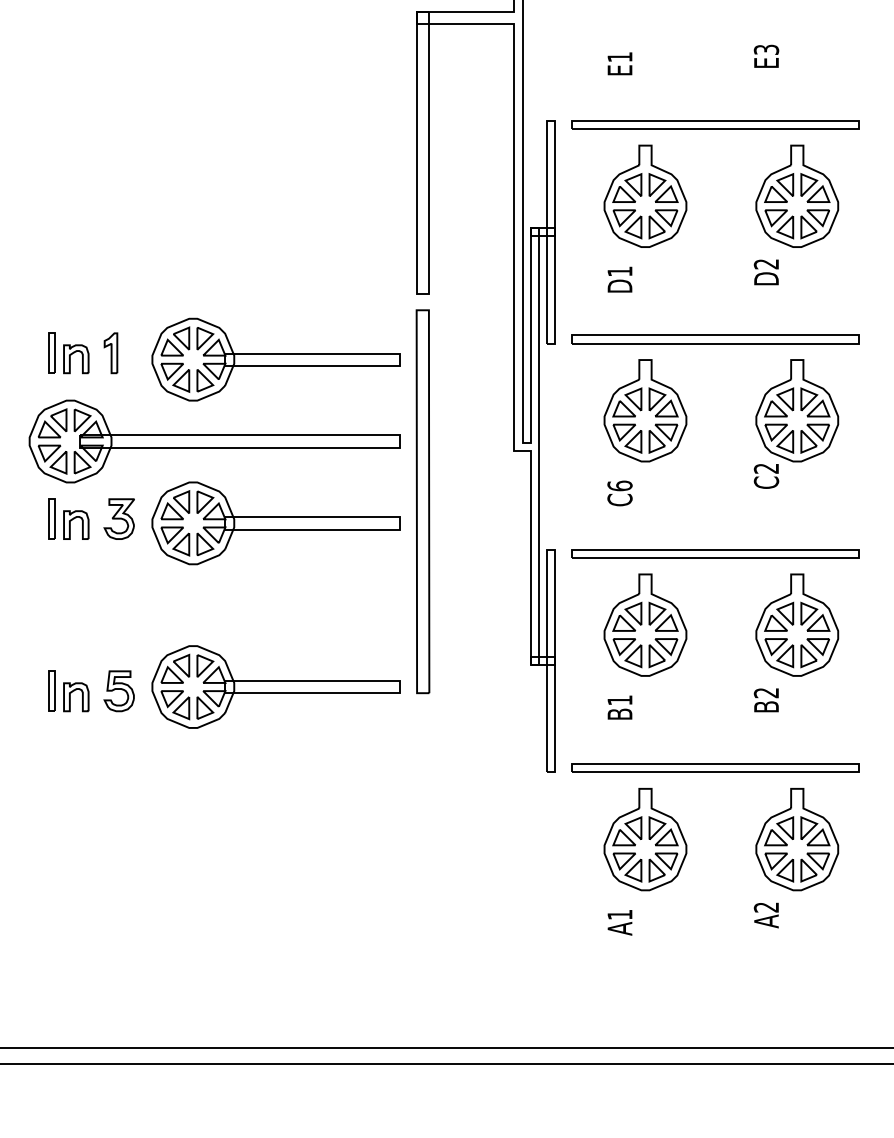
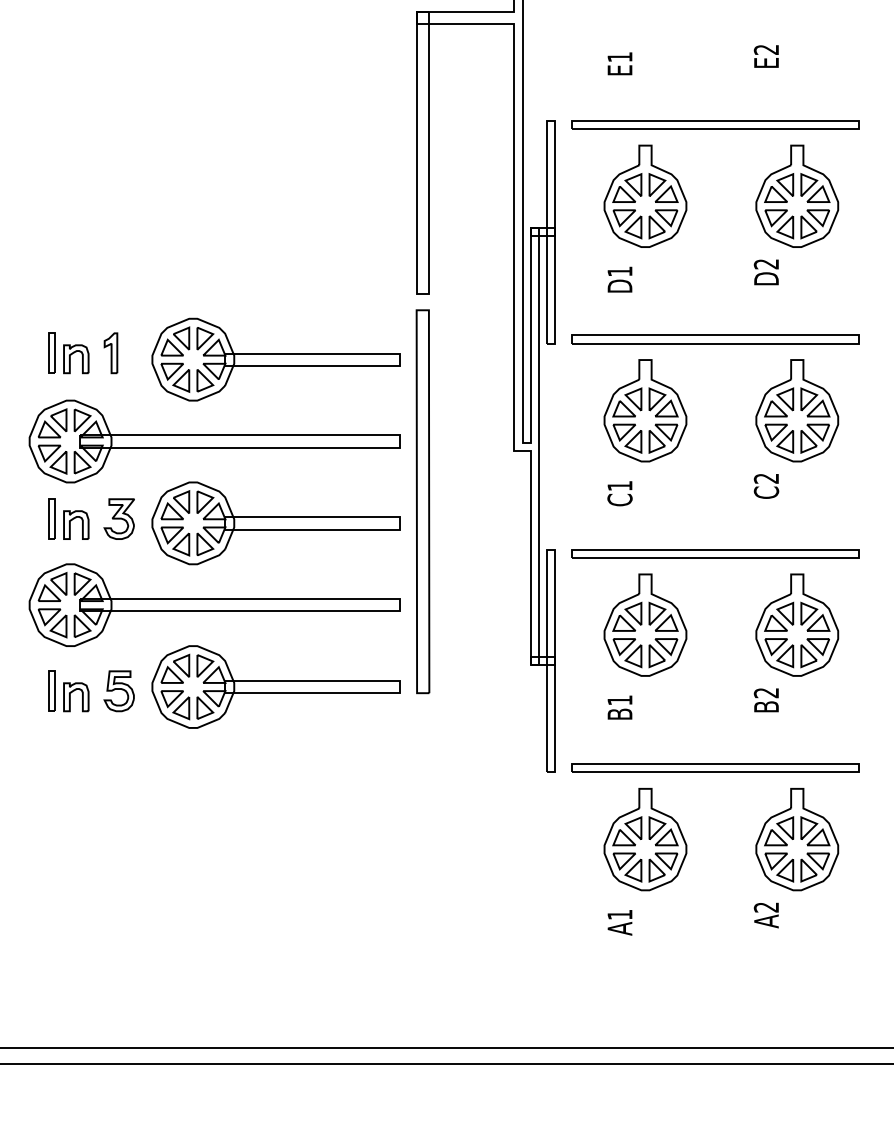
text at (766, 49): E3 -> E2
text at (766, 476) position: (766, 476) -> (766, 486)
text at (619, 485): C6 -> C1
part at (214, 604): none -> present
